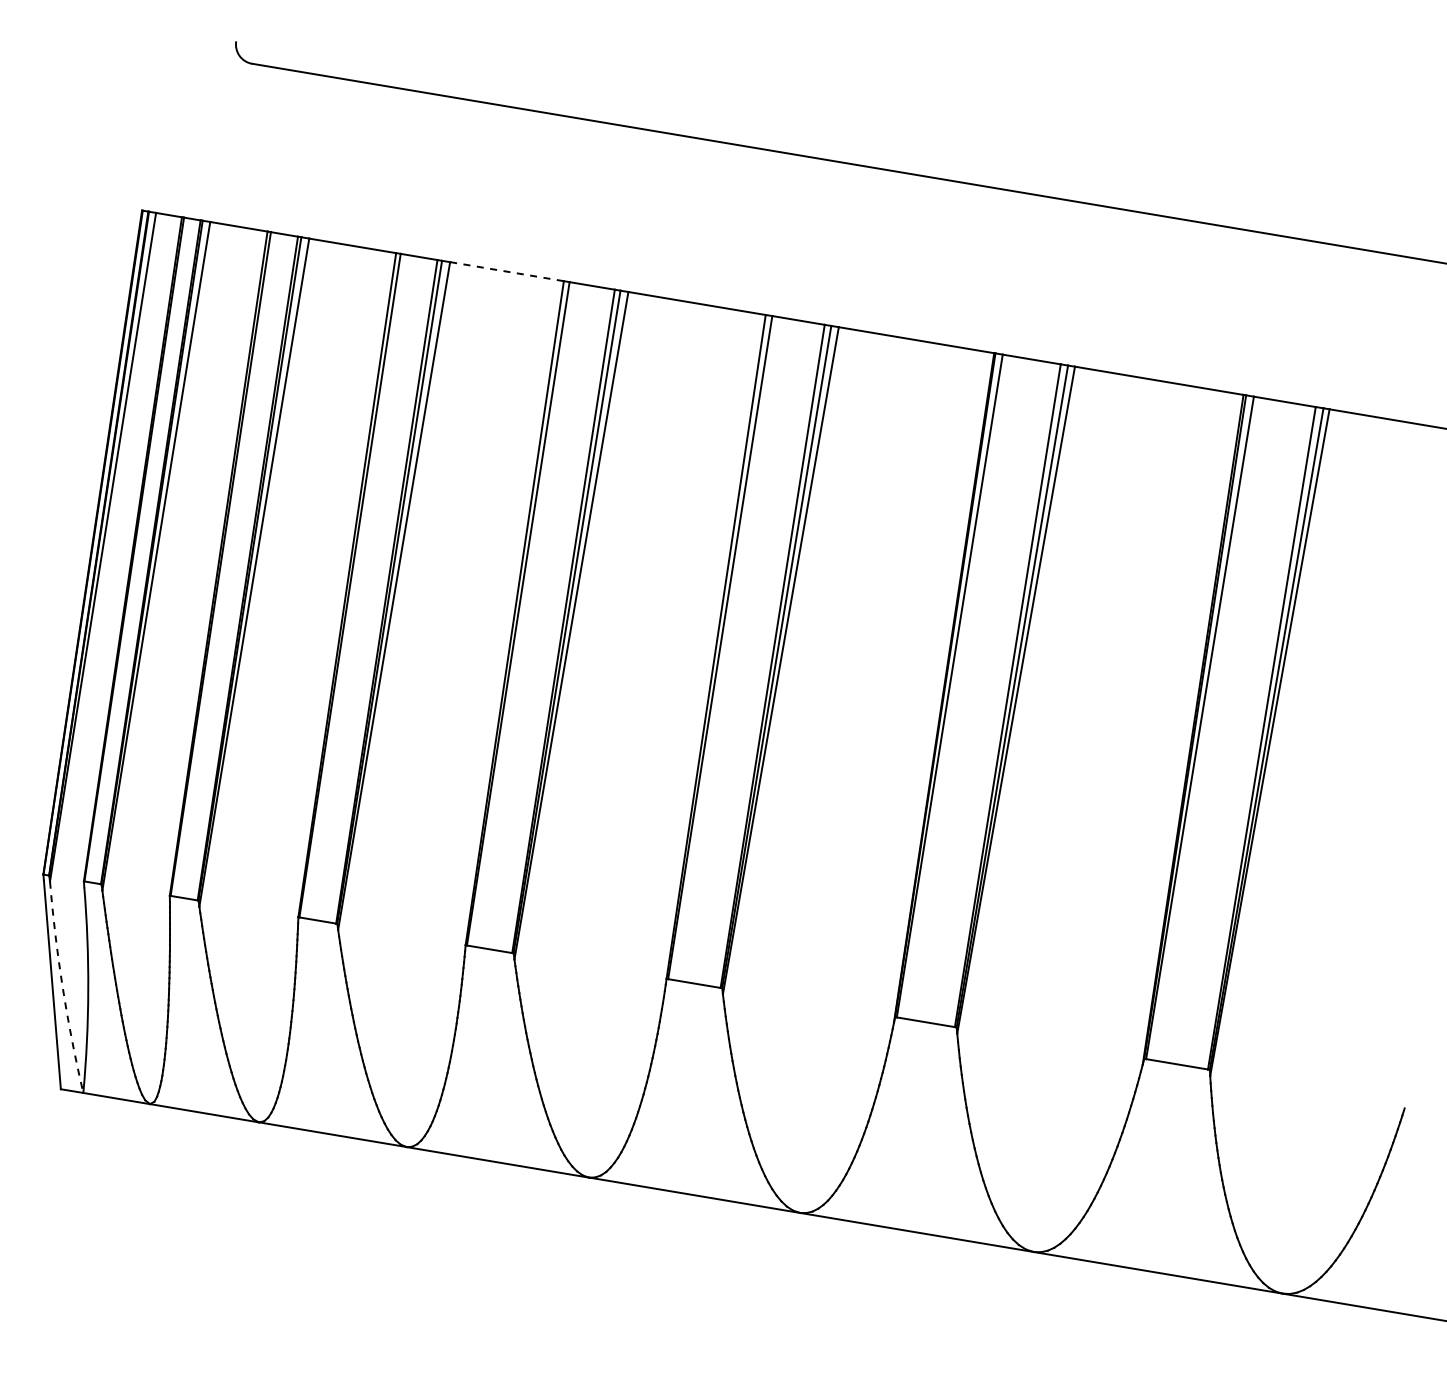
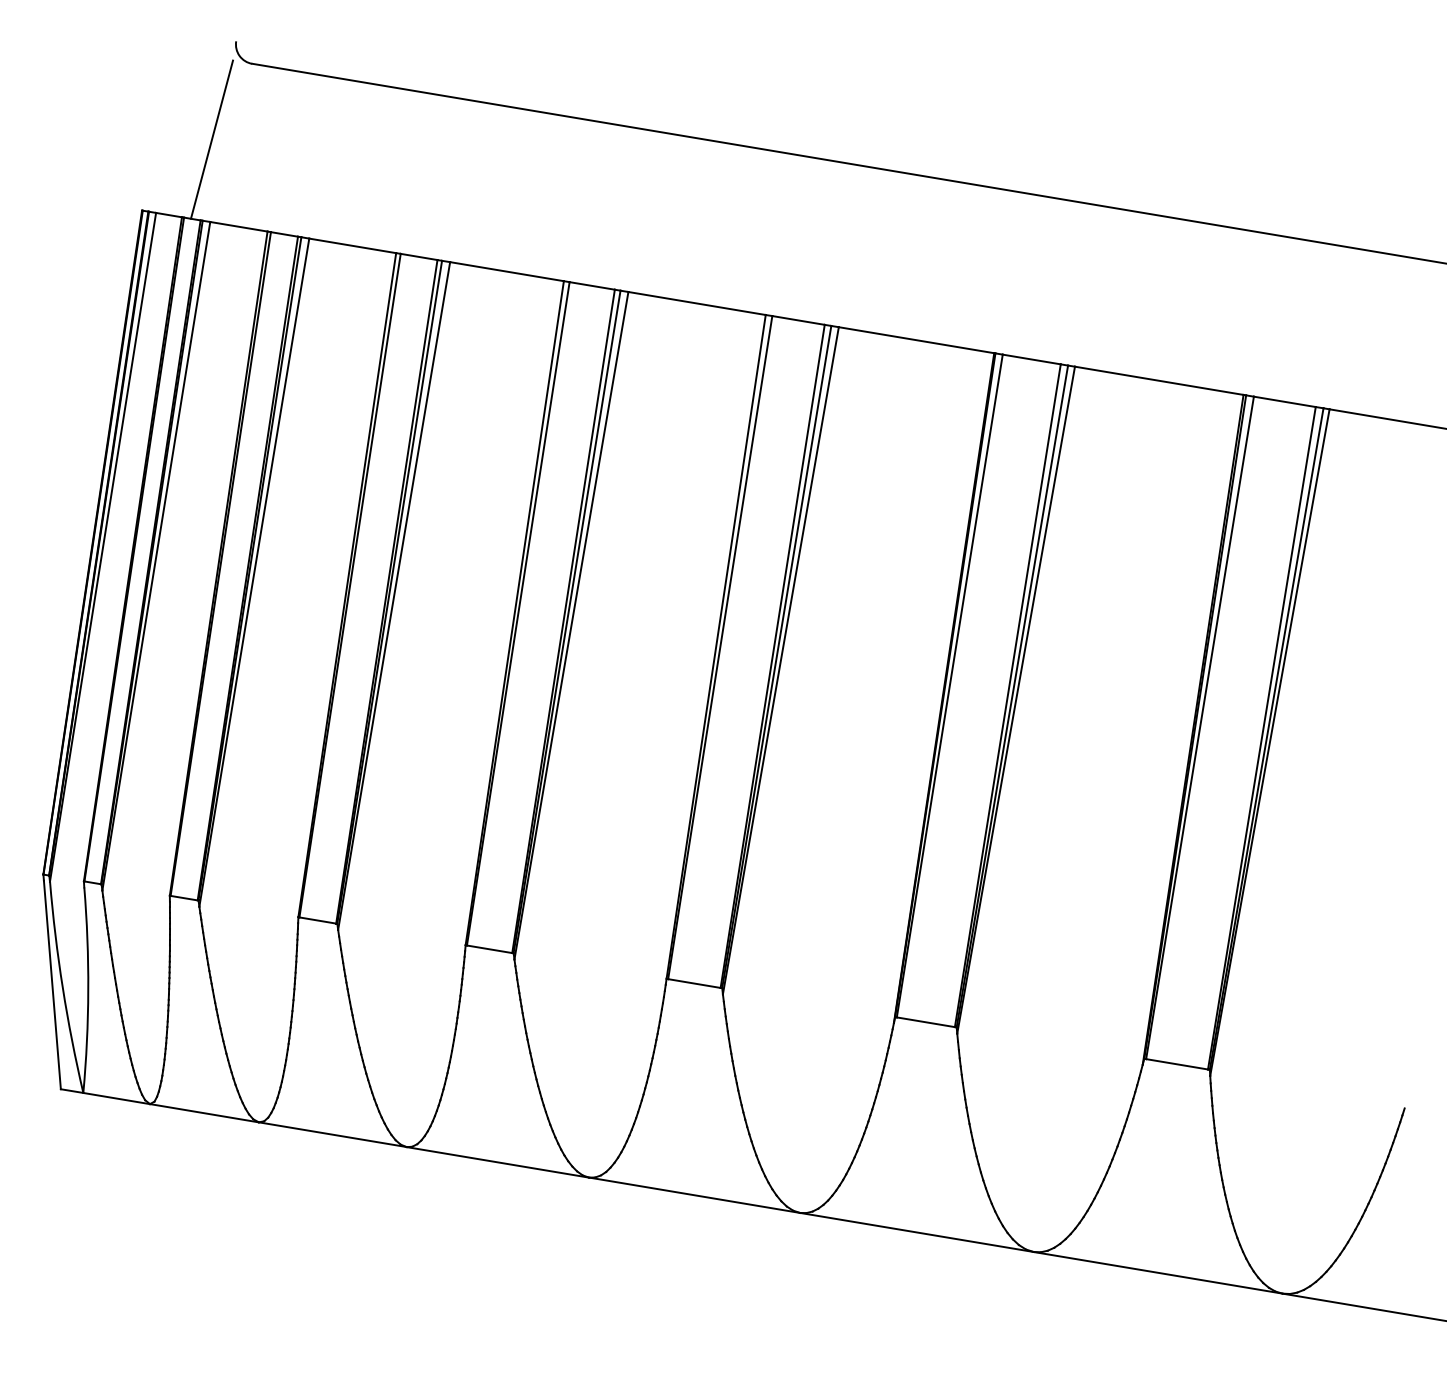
line at (211, 139): none -> present
line at (507, 271): dashed -> solid
arc at (62, 987): dashed -> solid
